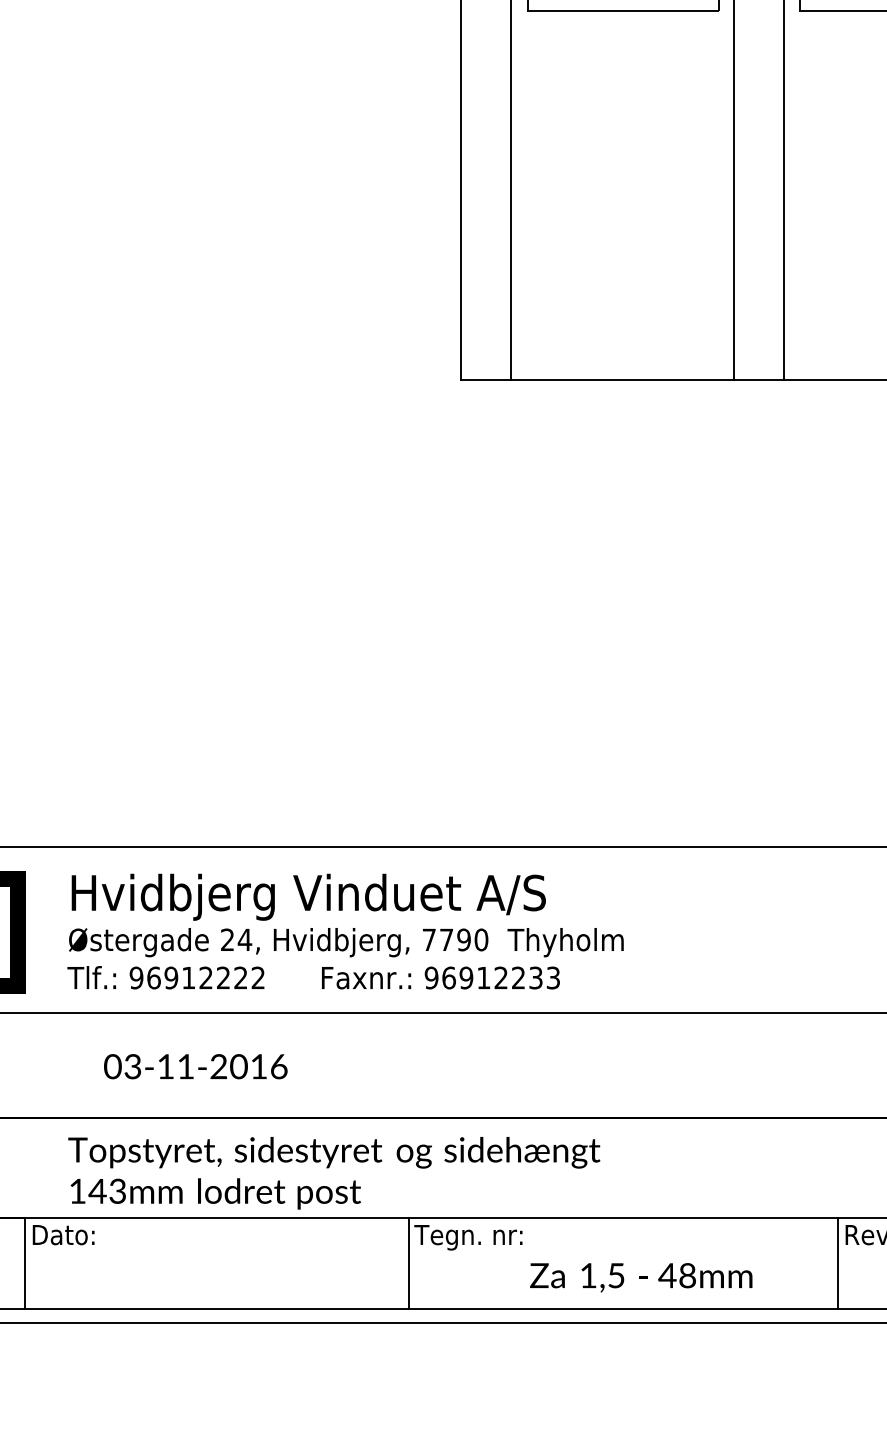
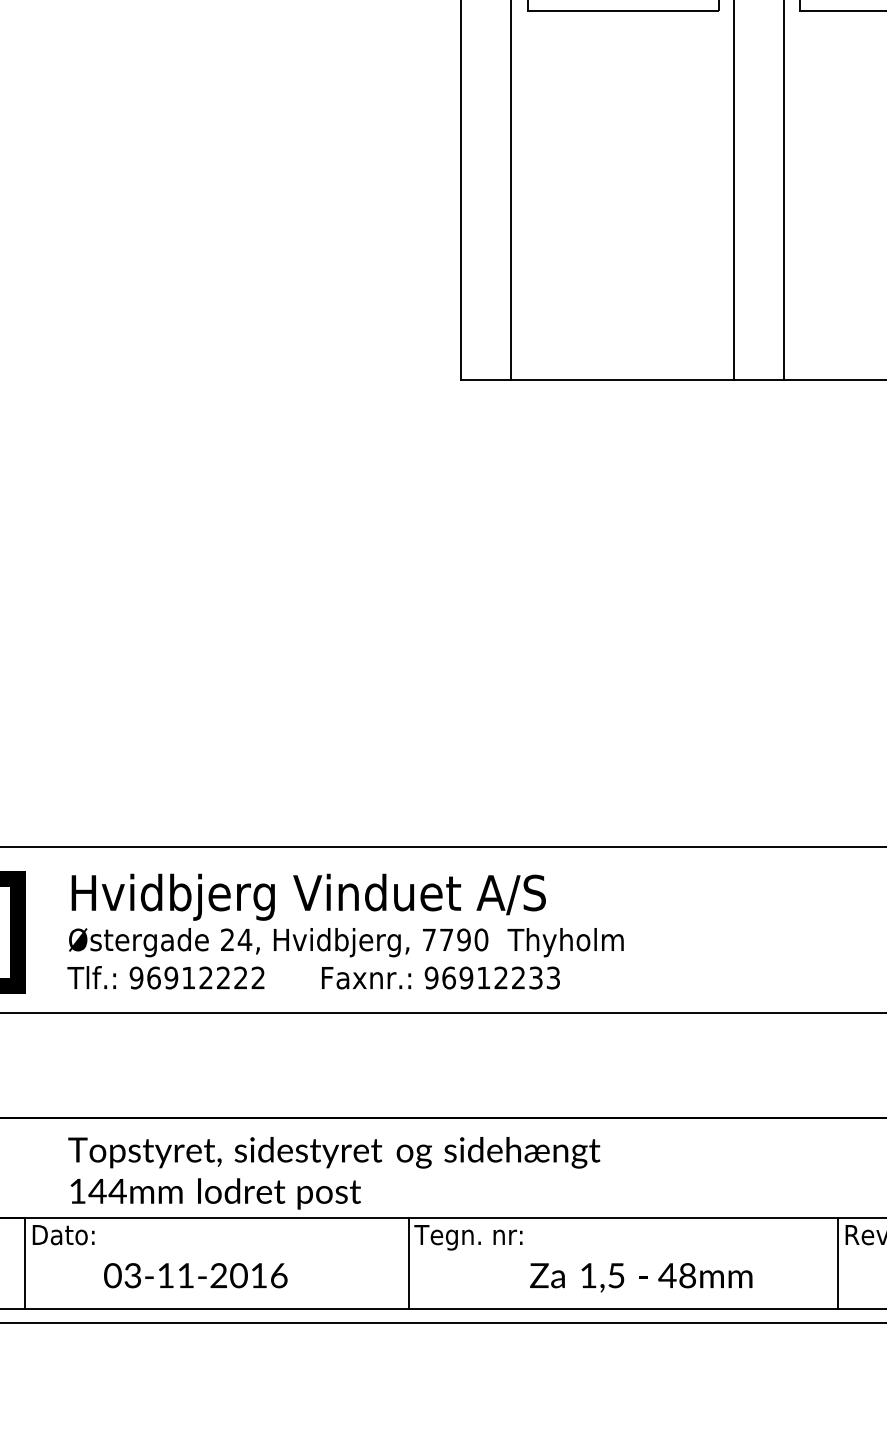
text at (195, 1066) position: (195, 1066) -> (195, 1275)
text at (117, 1190): 143mm -> 144mm
